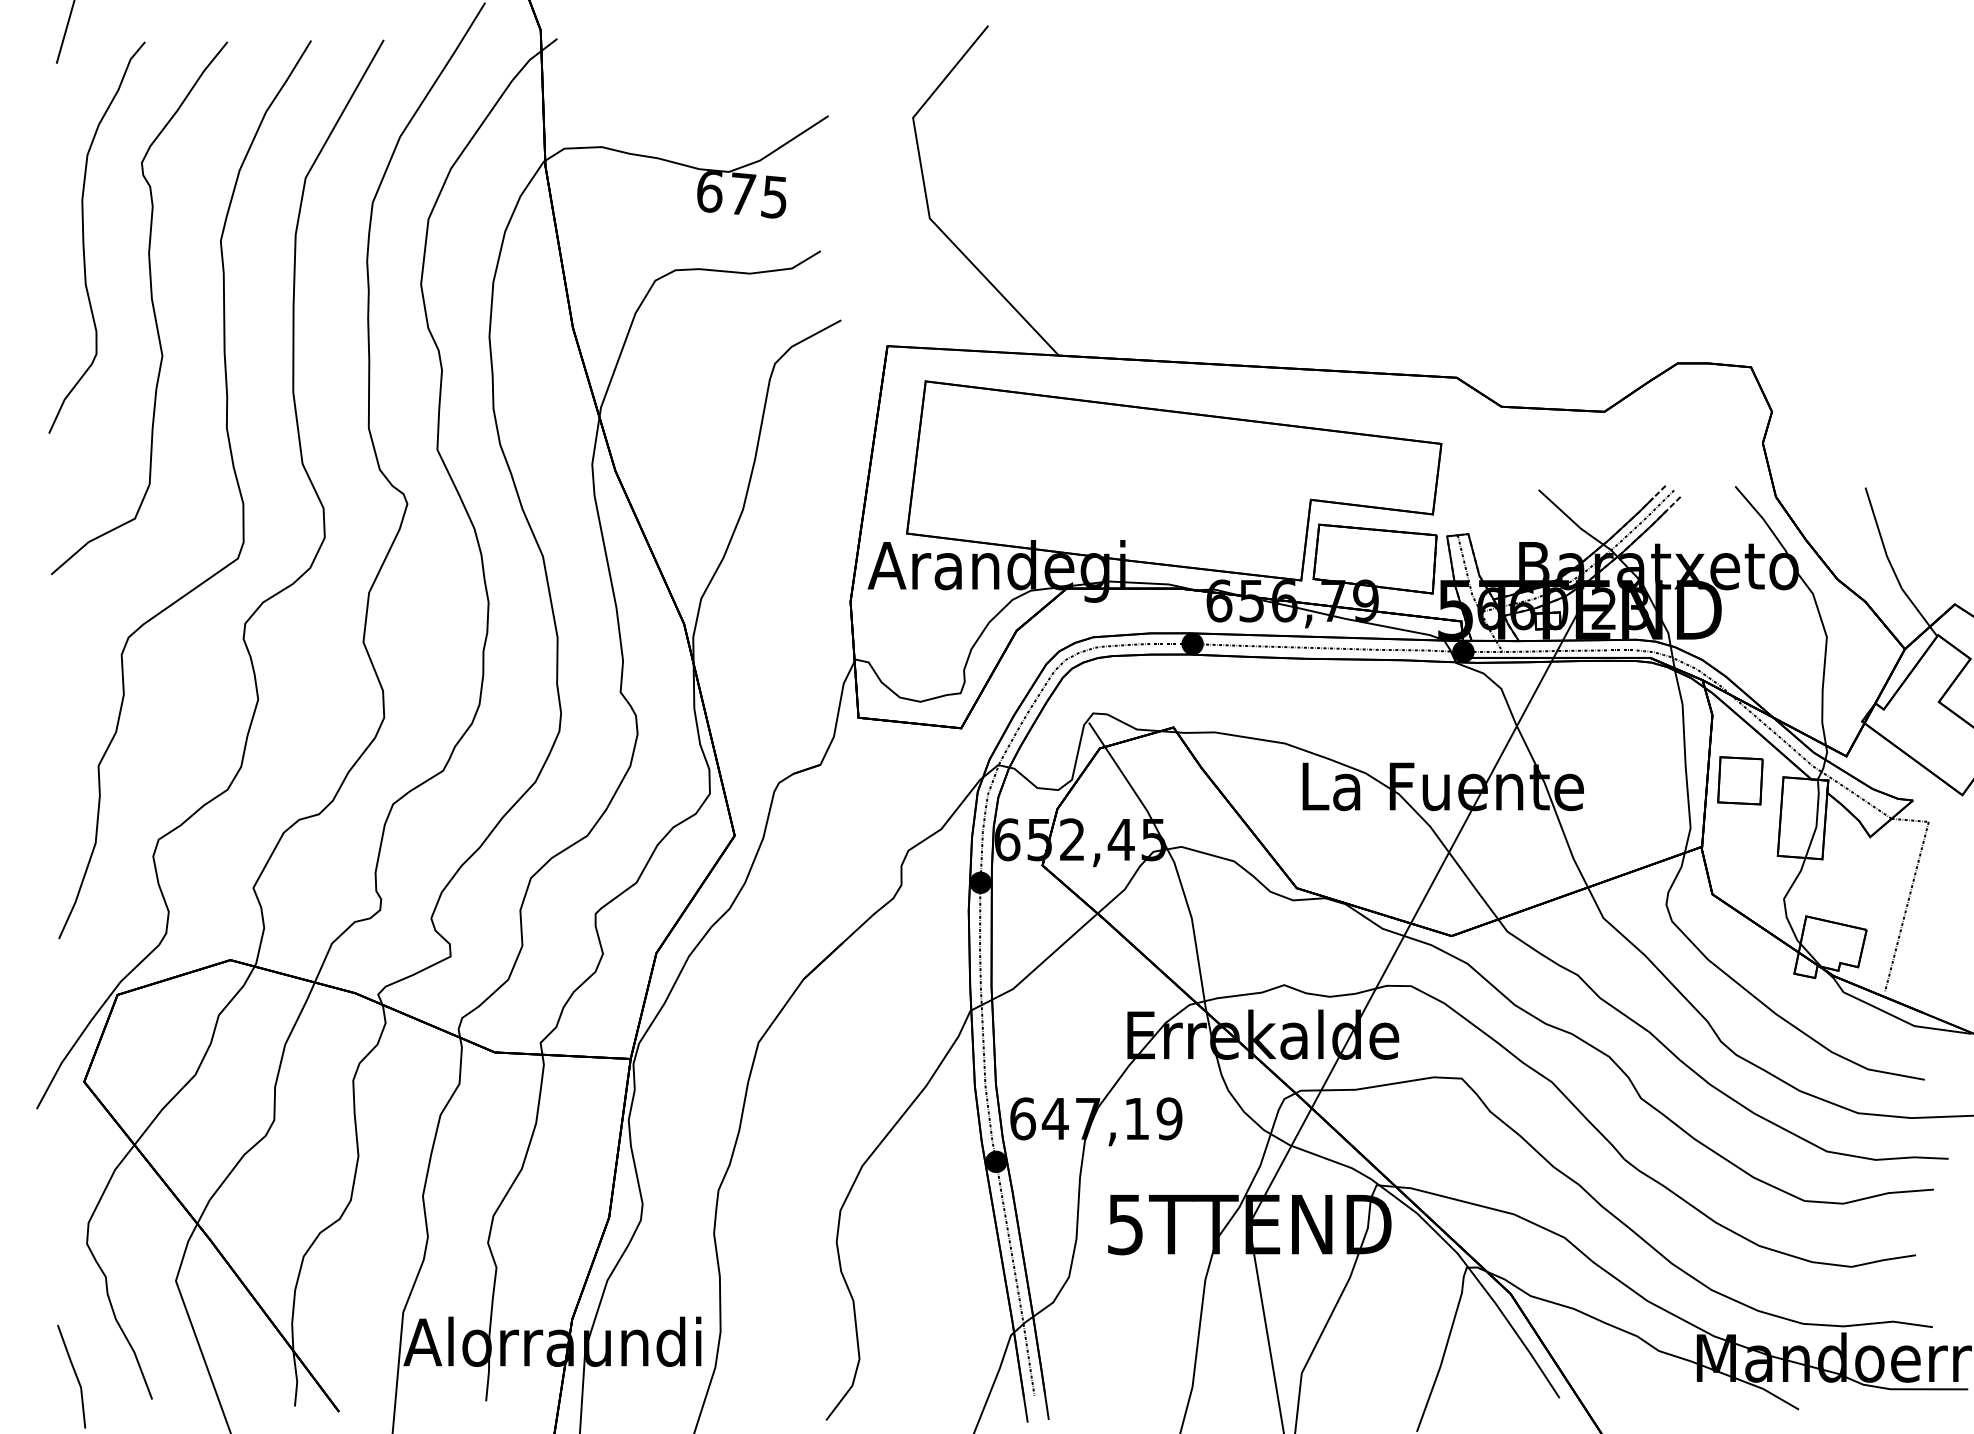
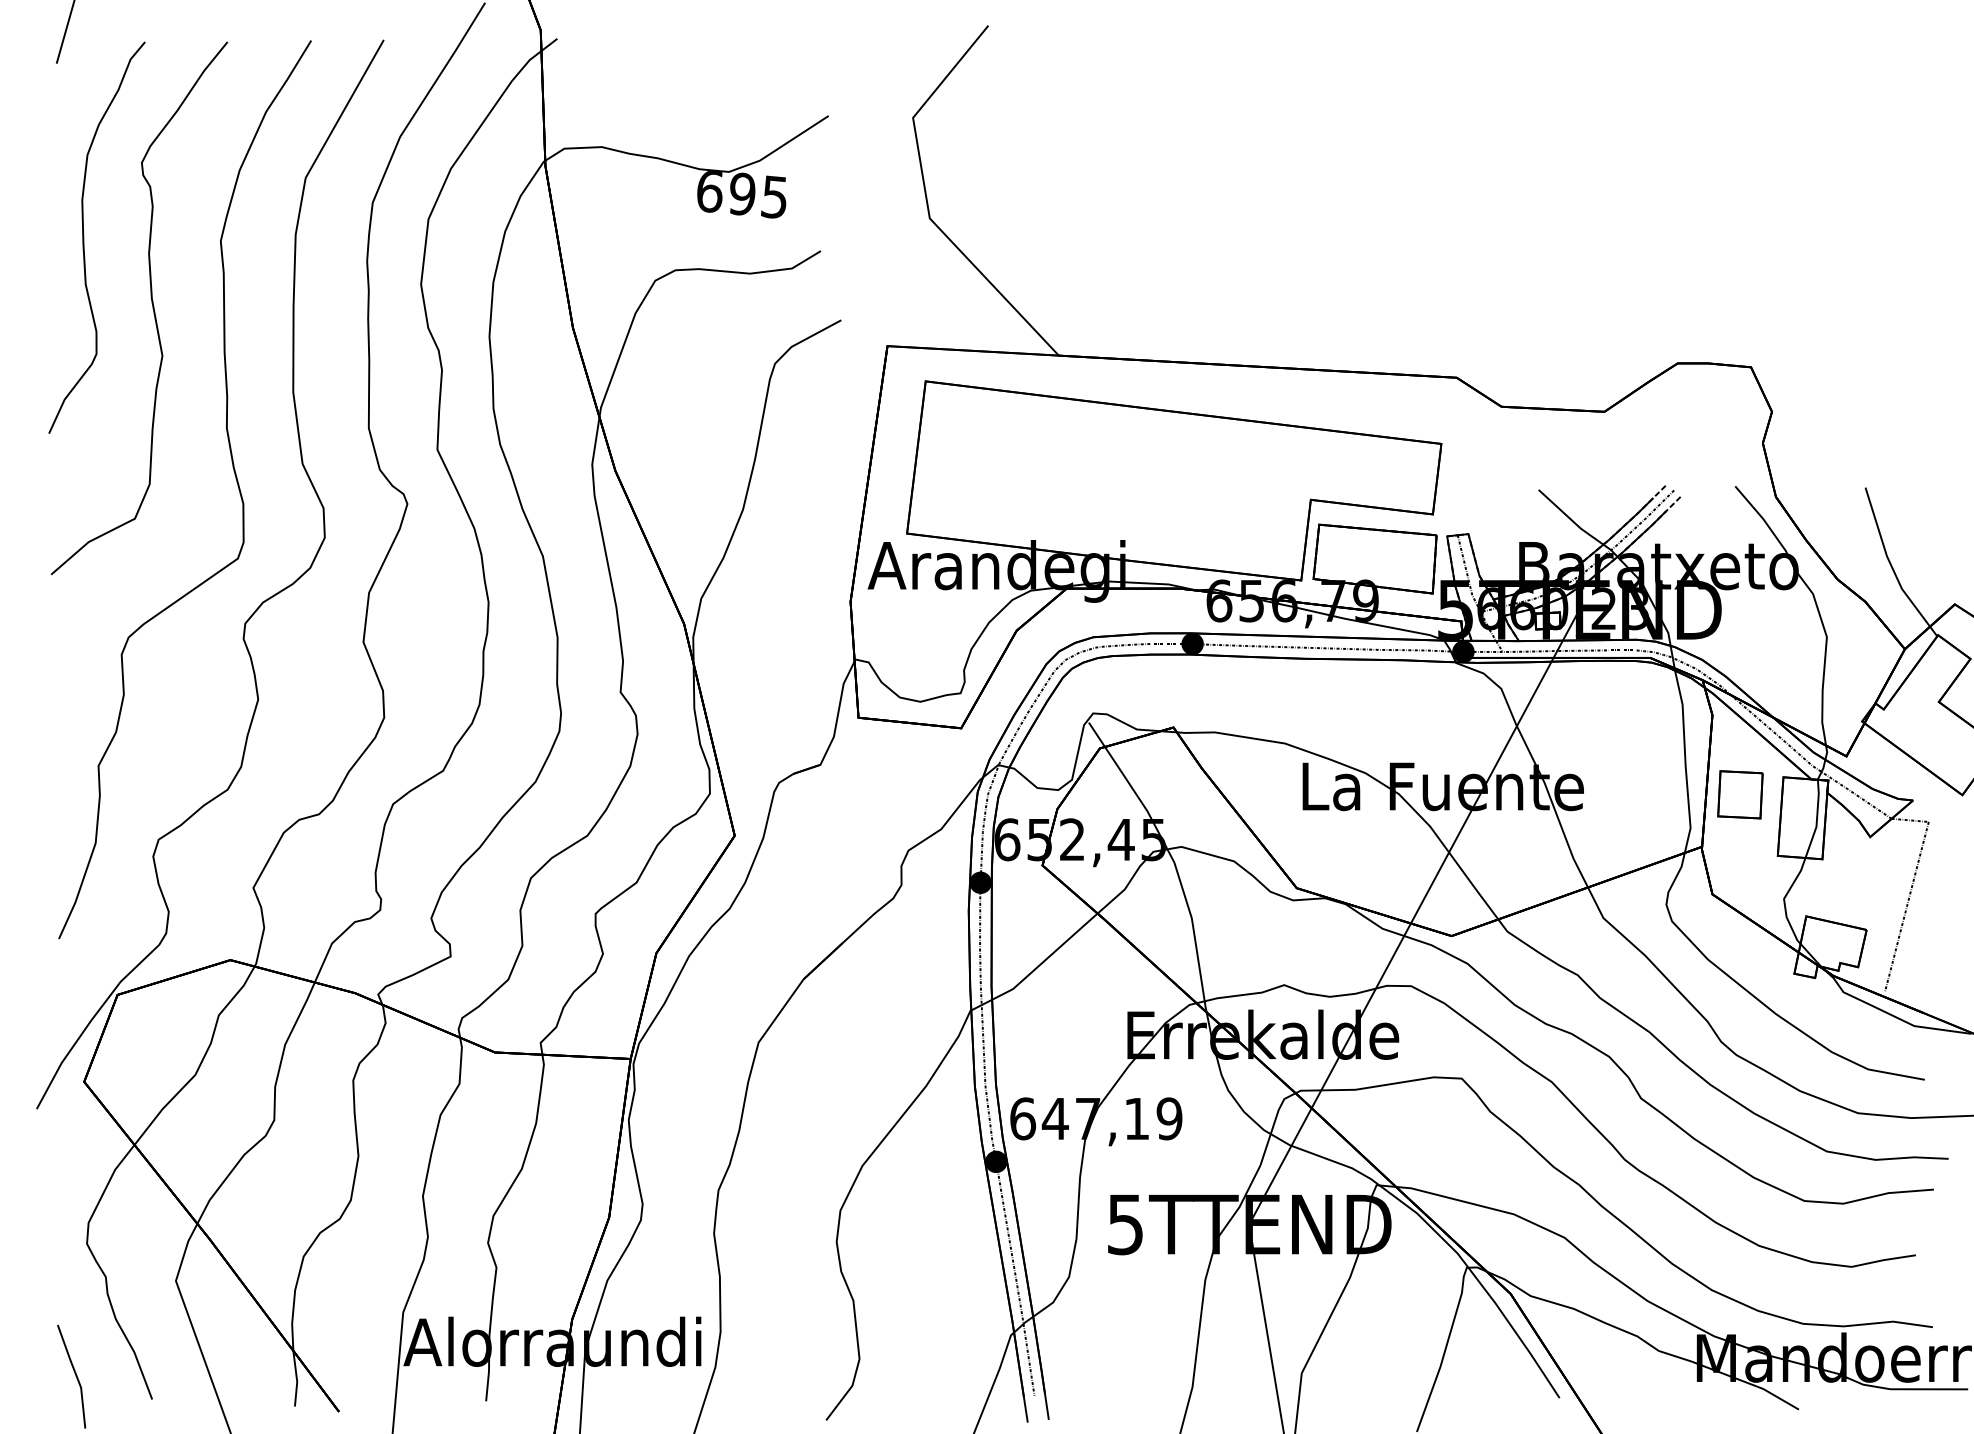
text at (743, 193): 675 -> 695
part at (1740, 780) position: (1740, 780) -> (1740, 794)
